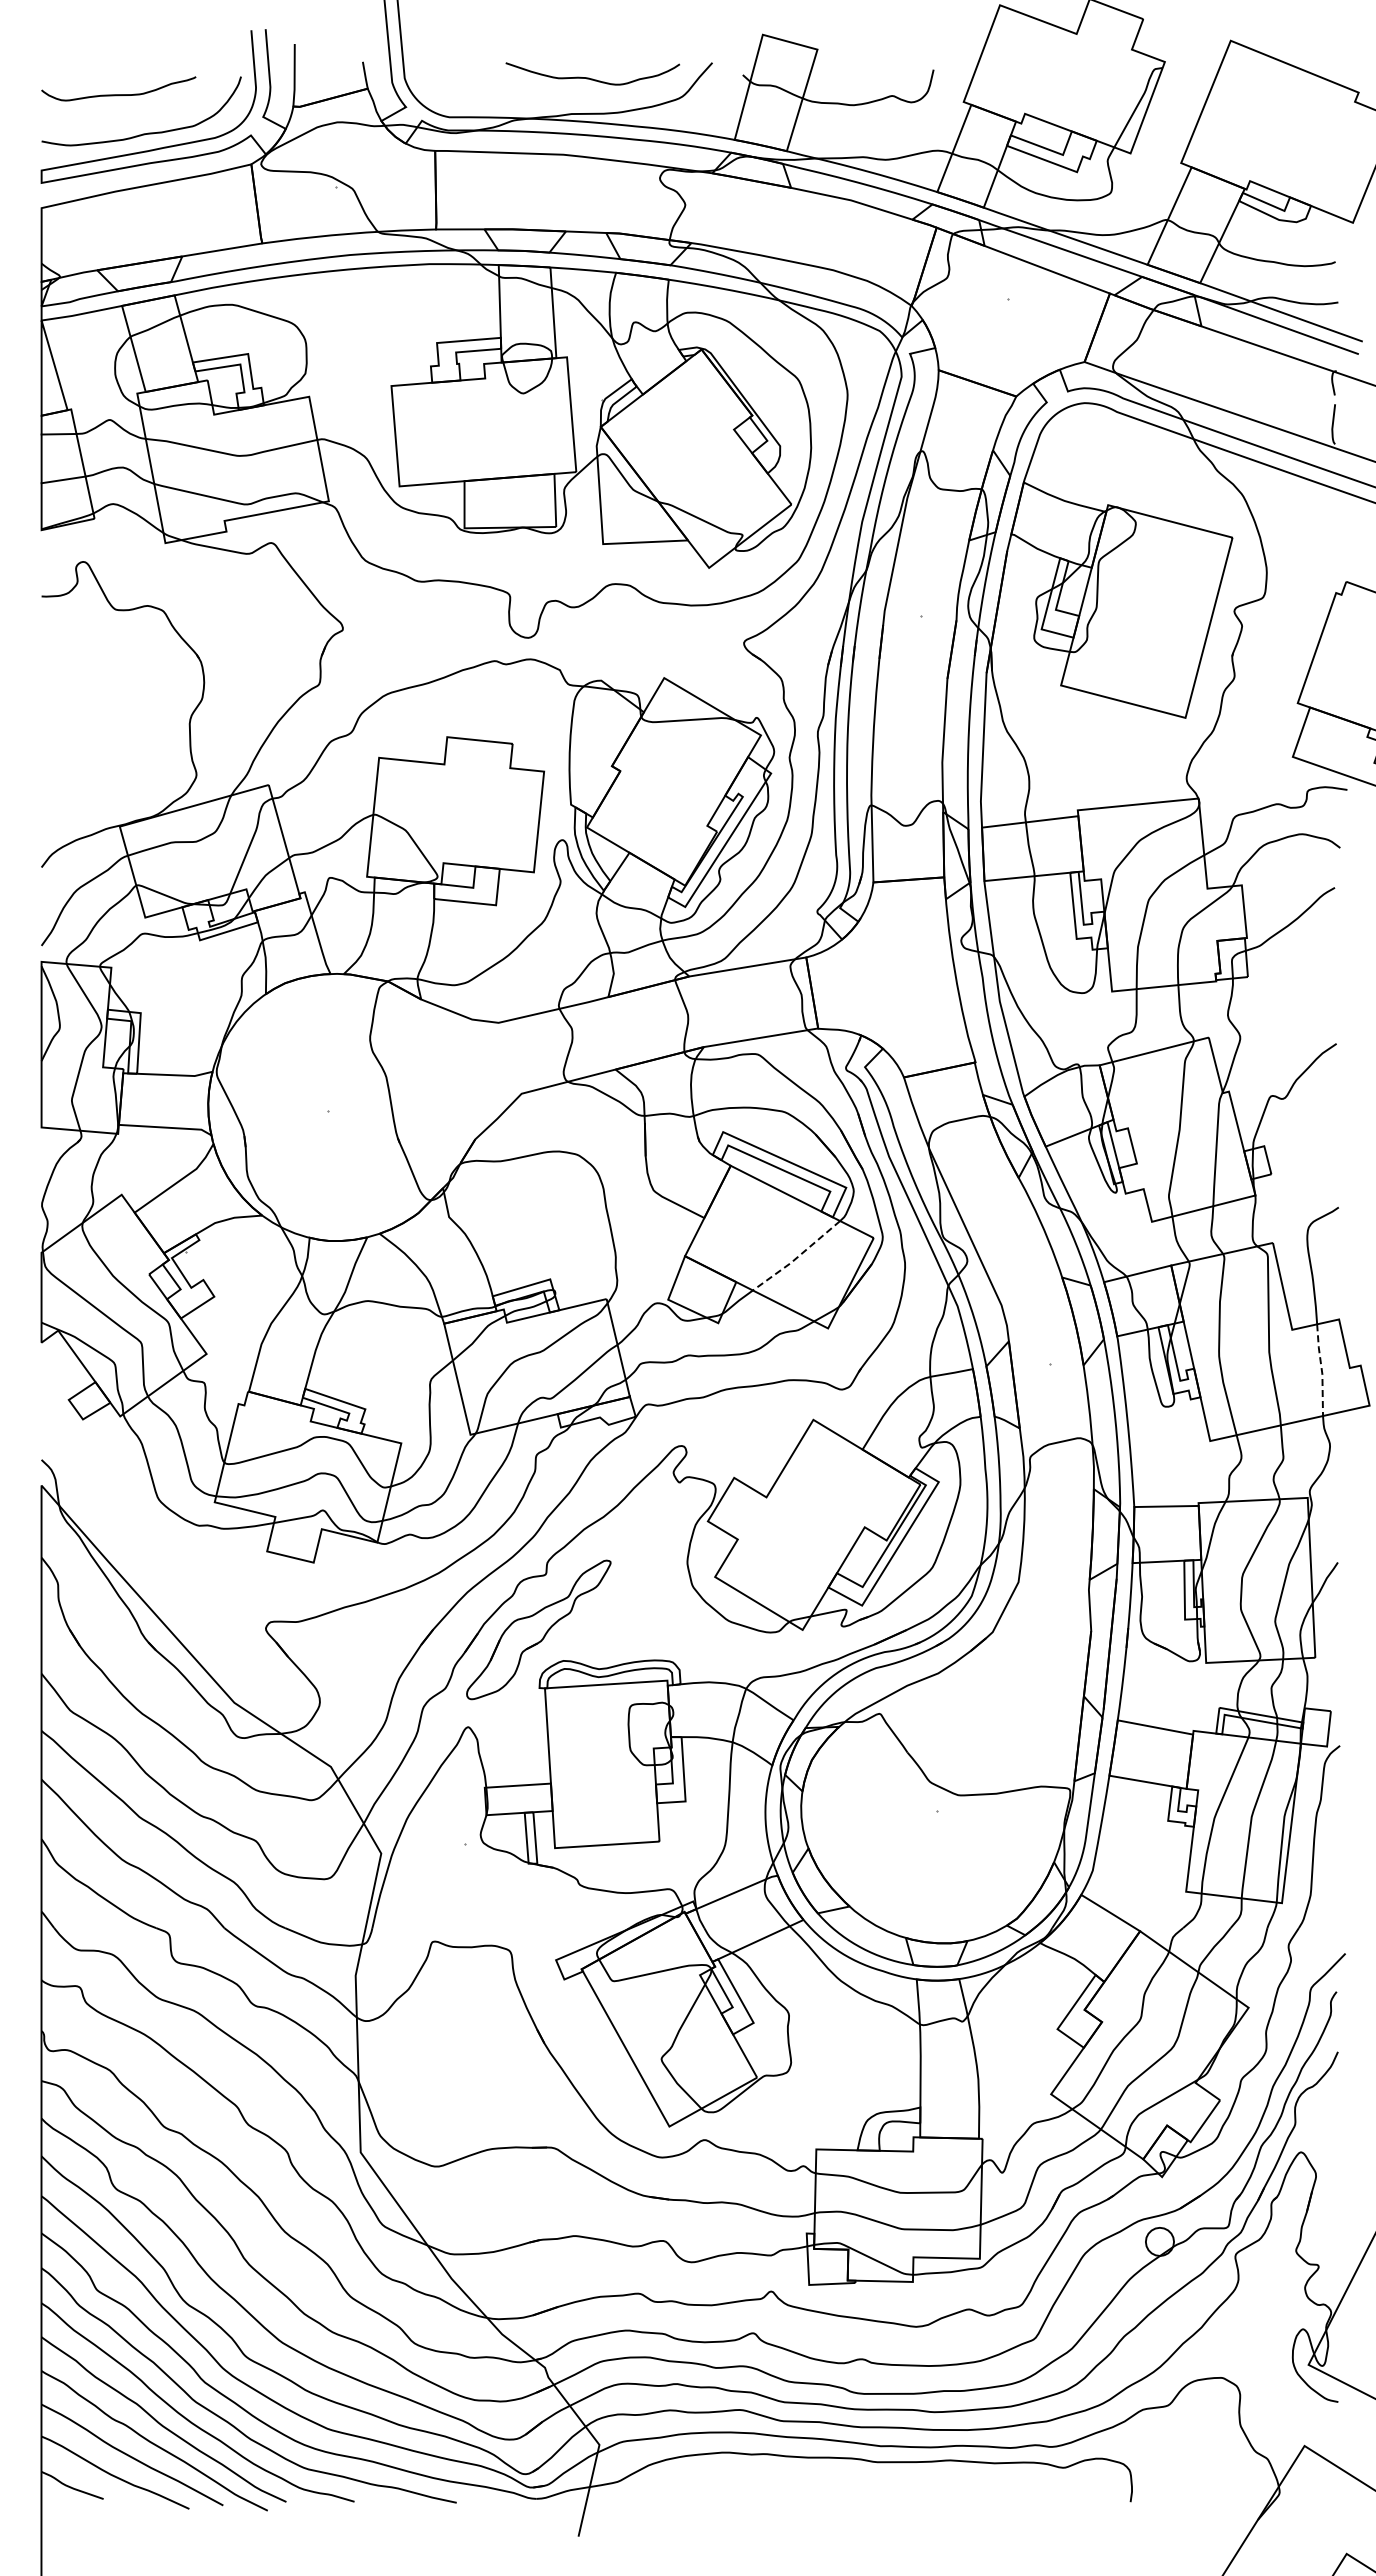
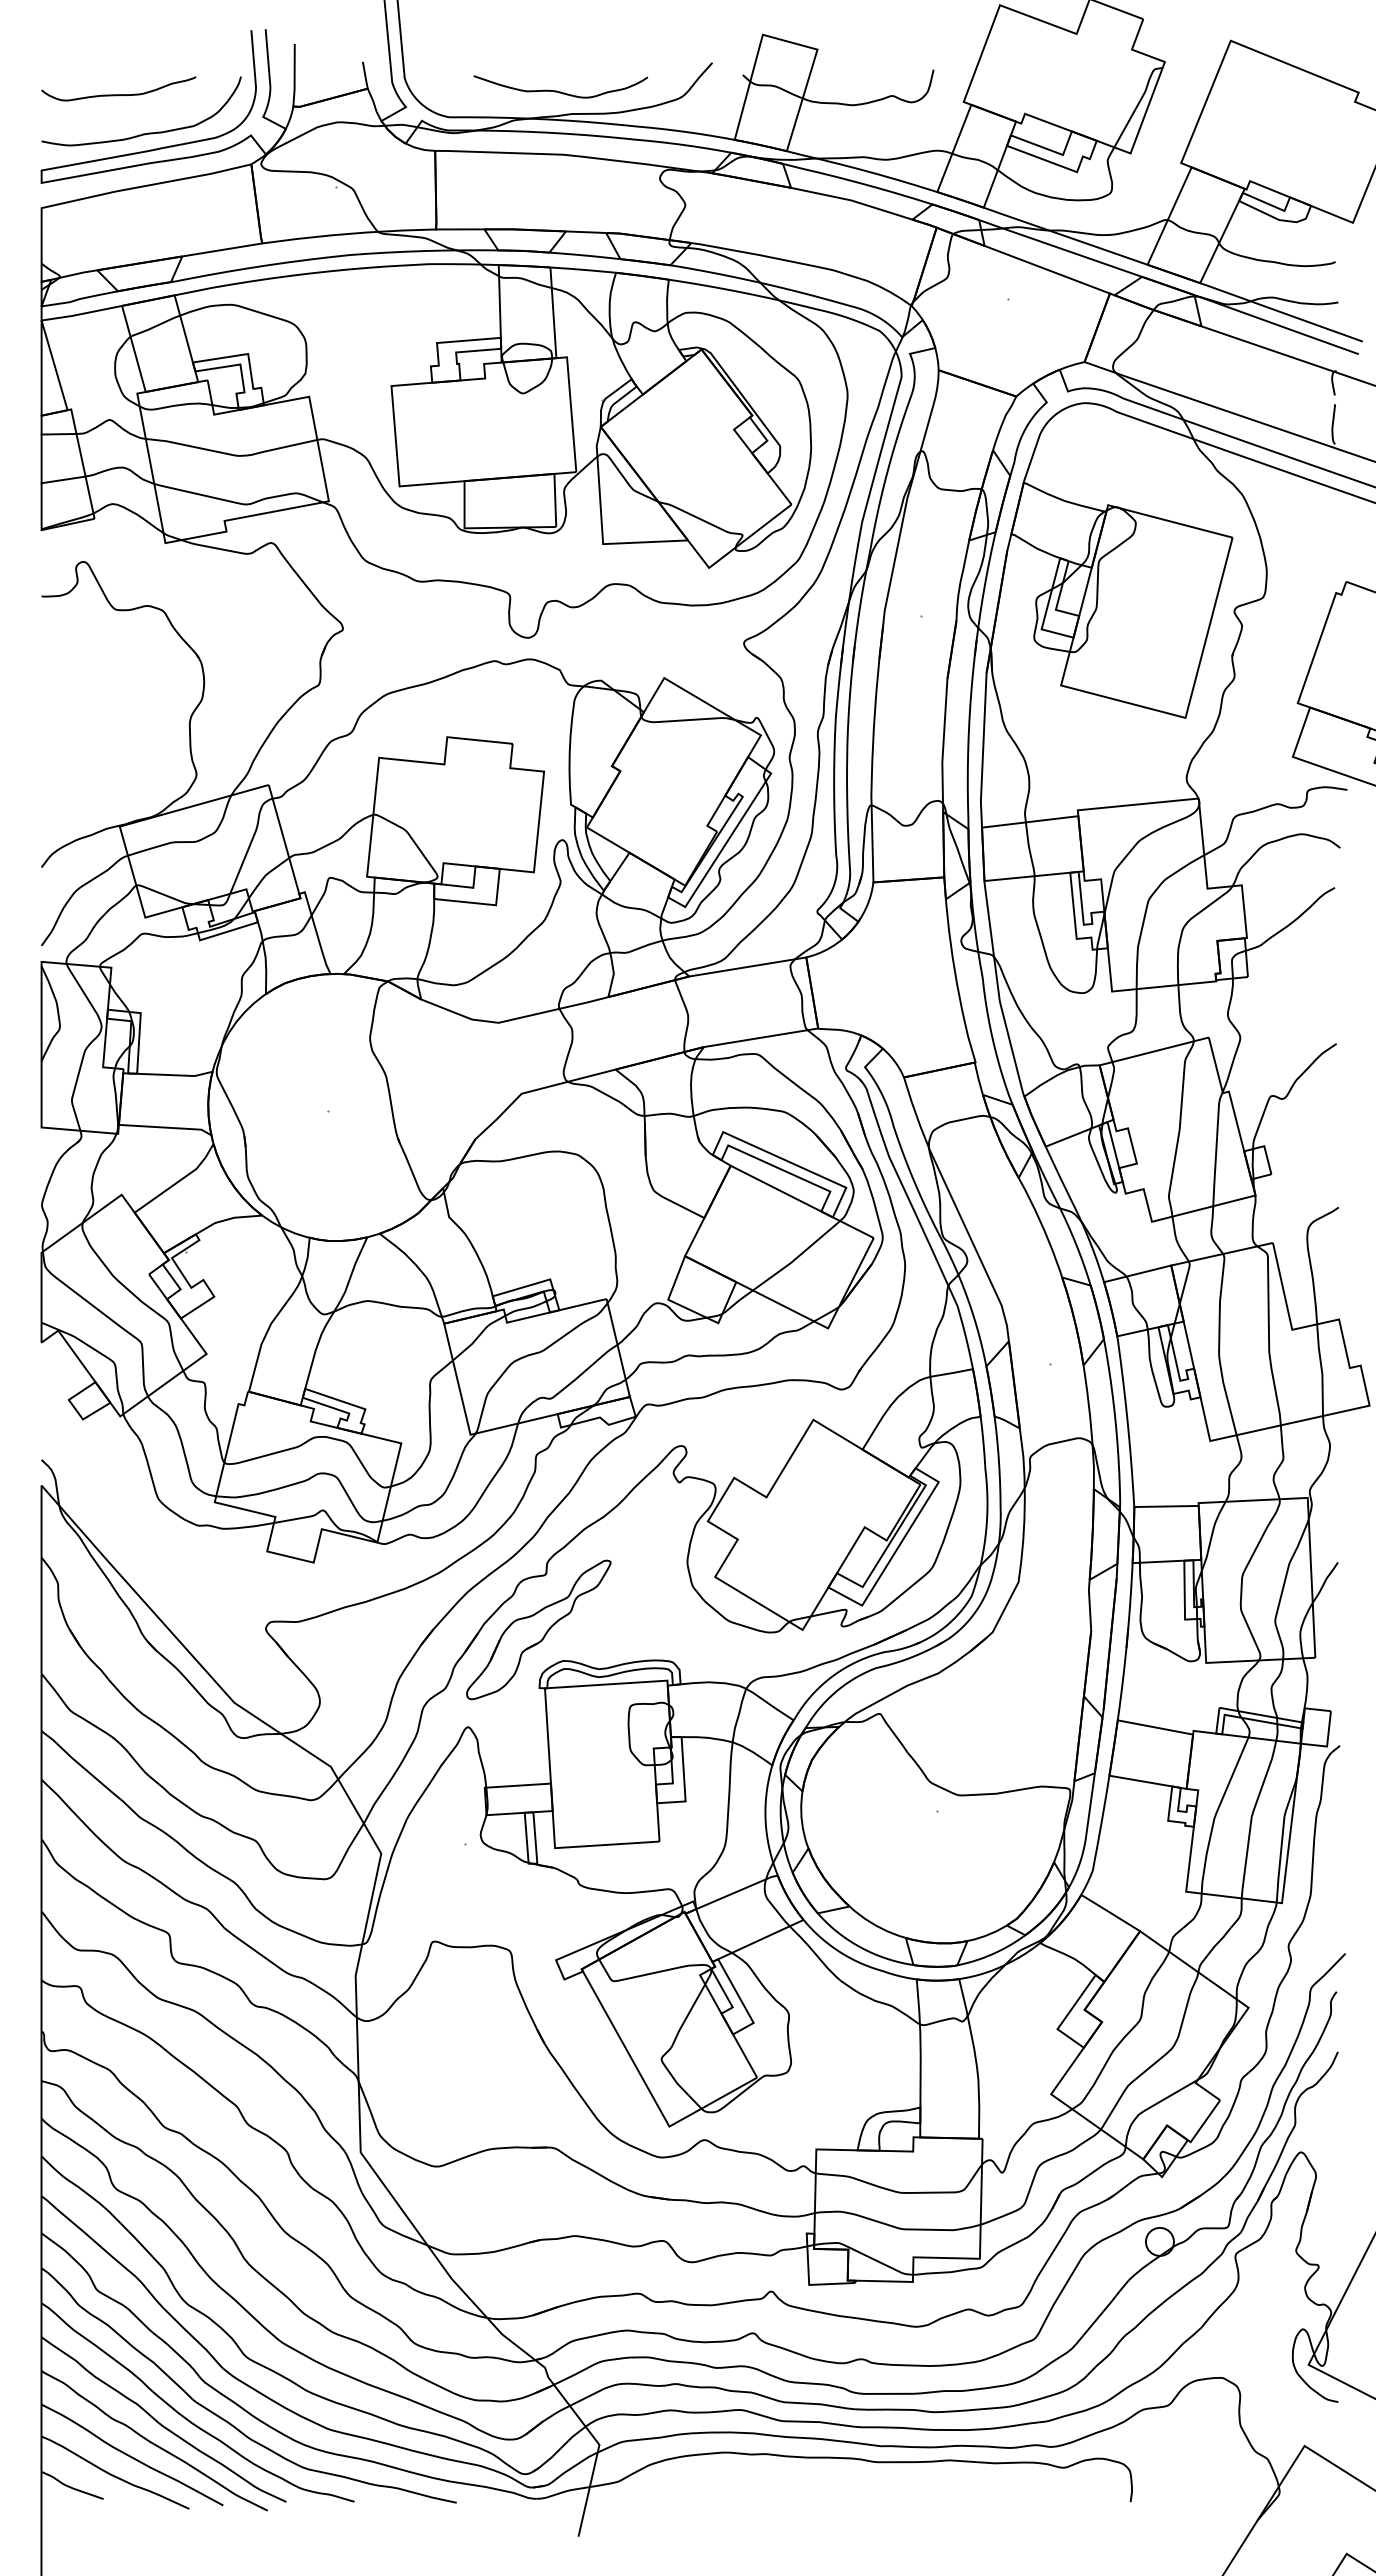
curve at (589, 77) position: (589, 77) -> (557, 90)
line at (796, 1257): dashed -> solid
line at (1321, 1370): dashed -> solid
